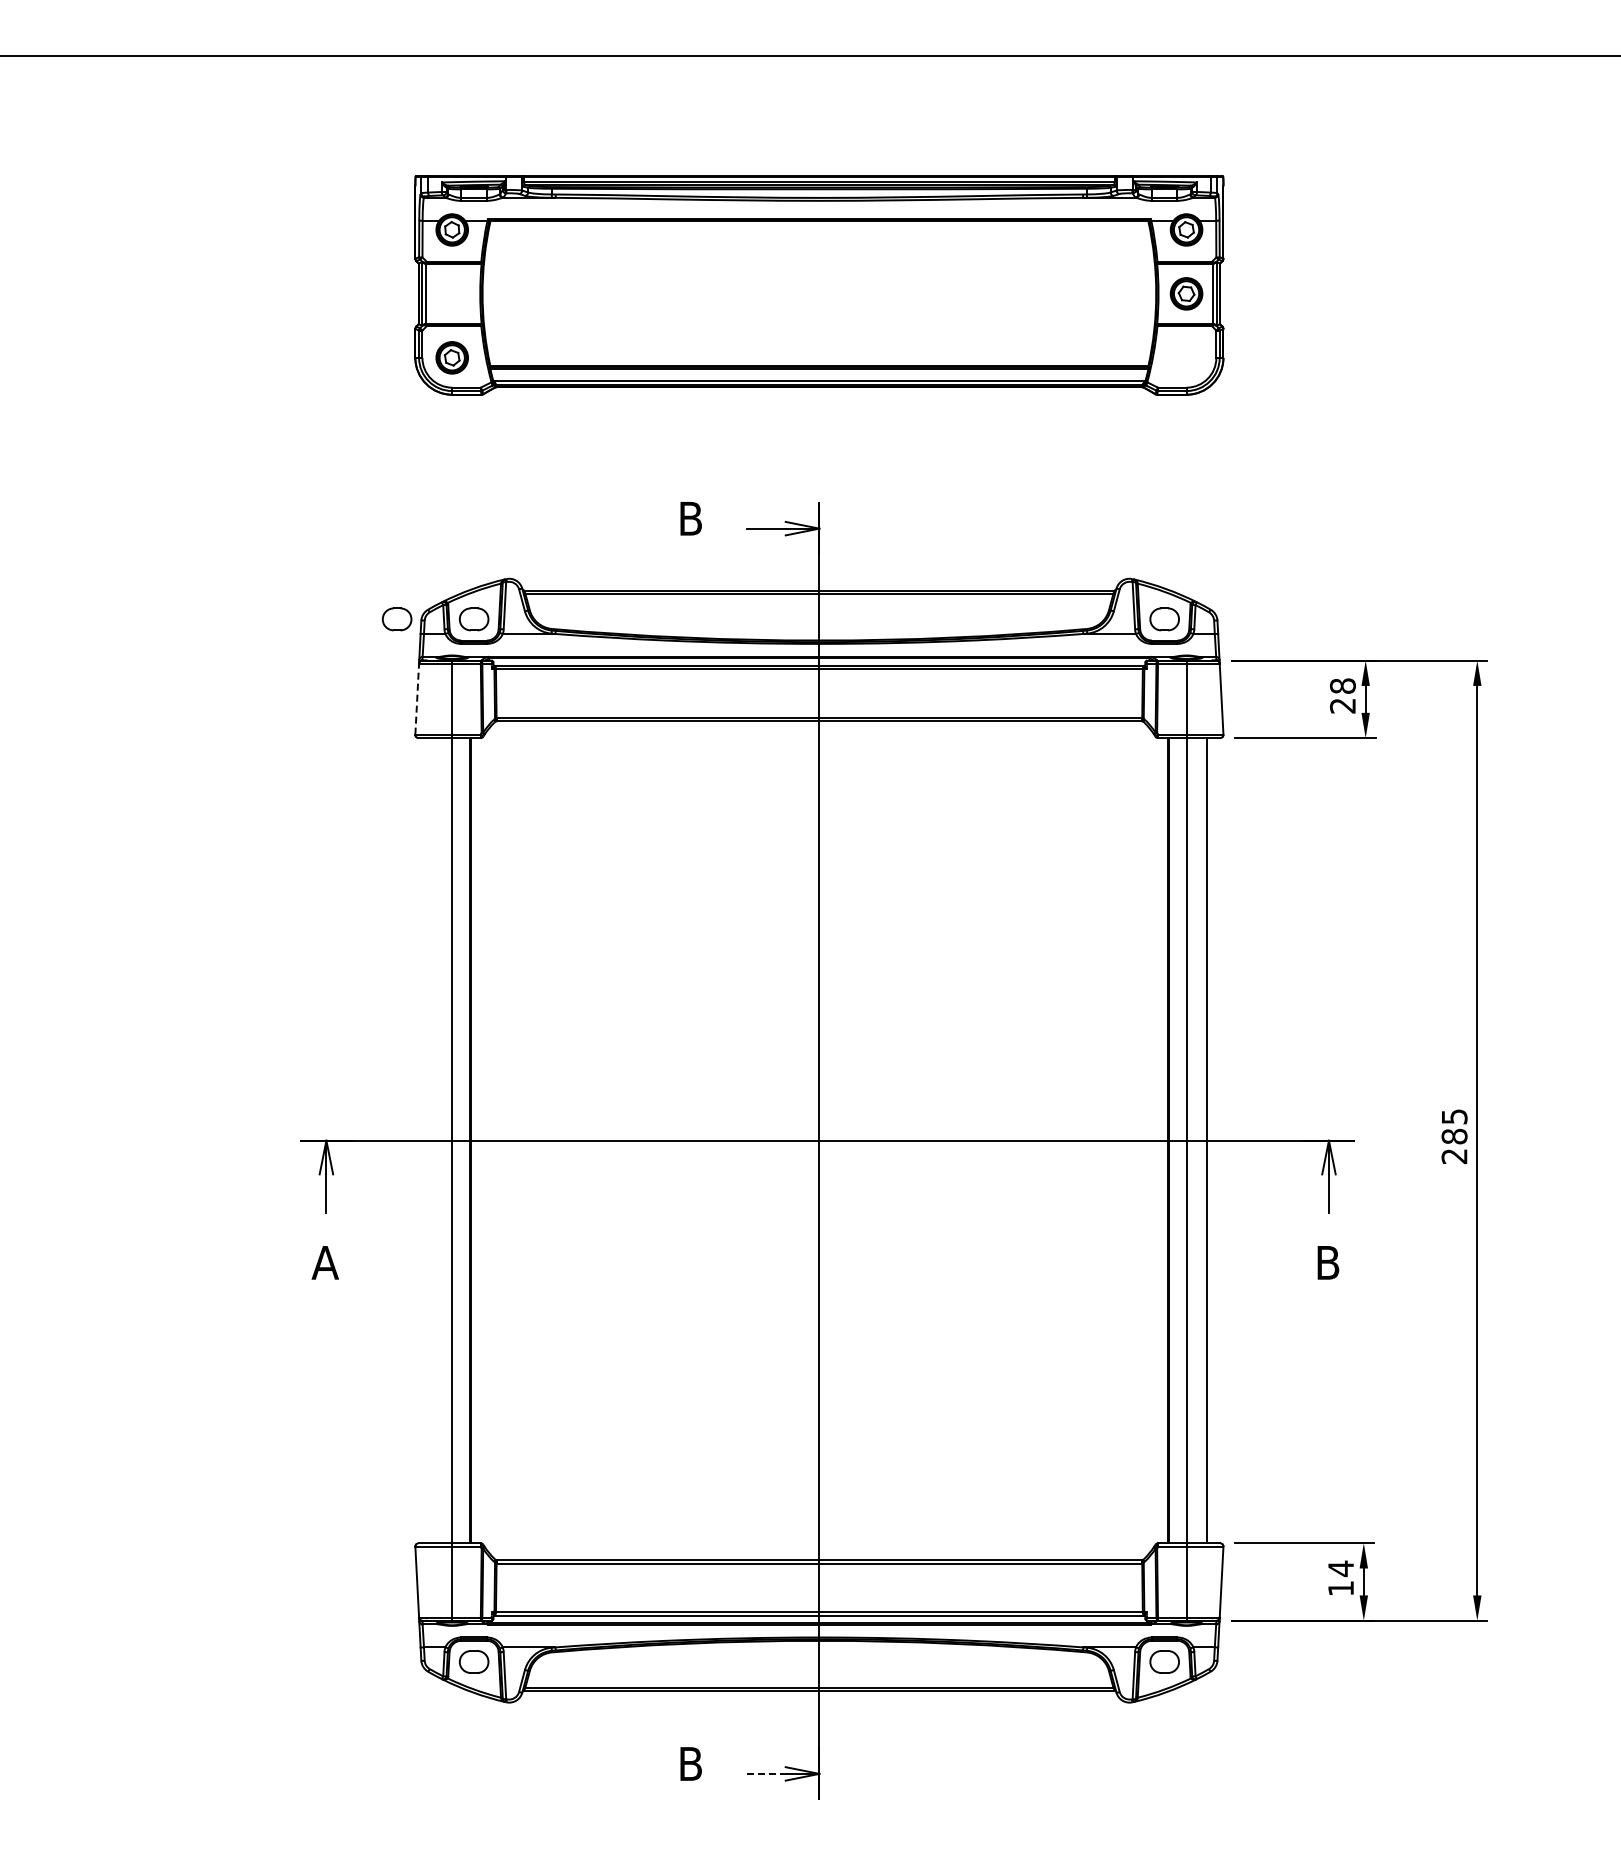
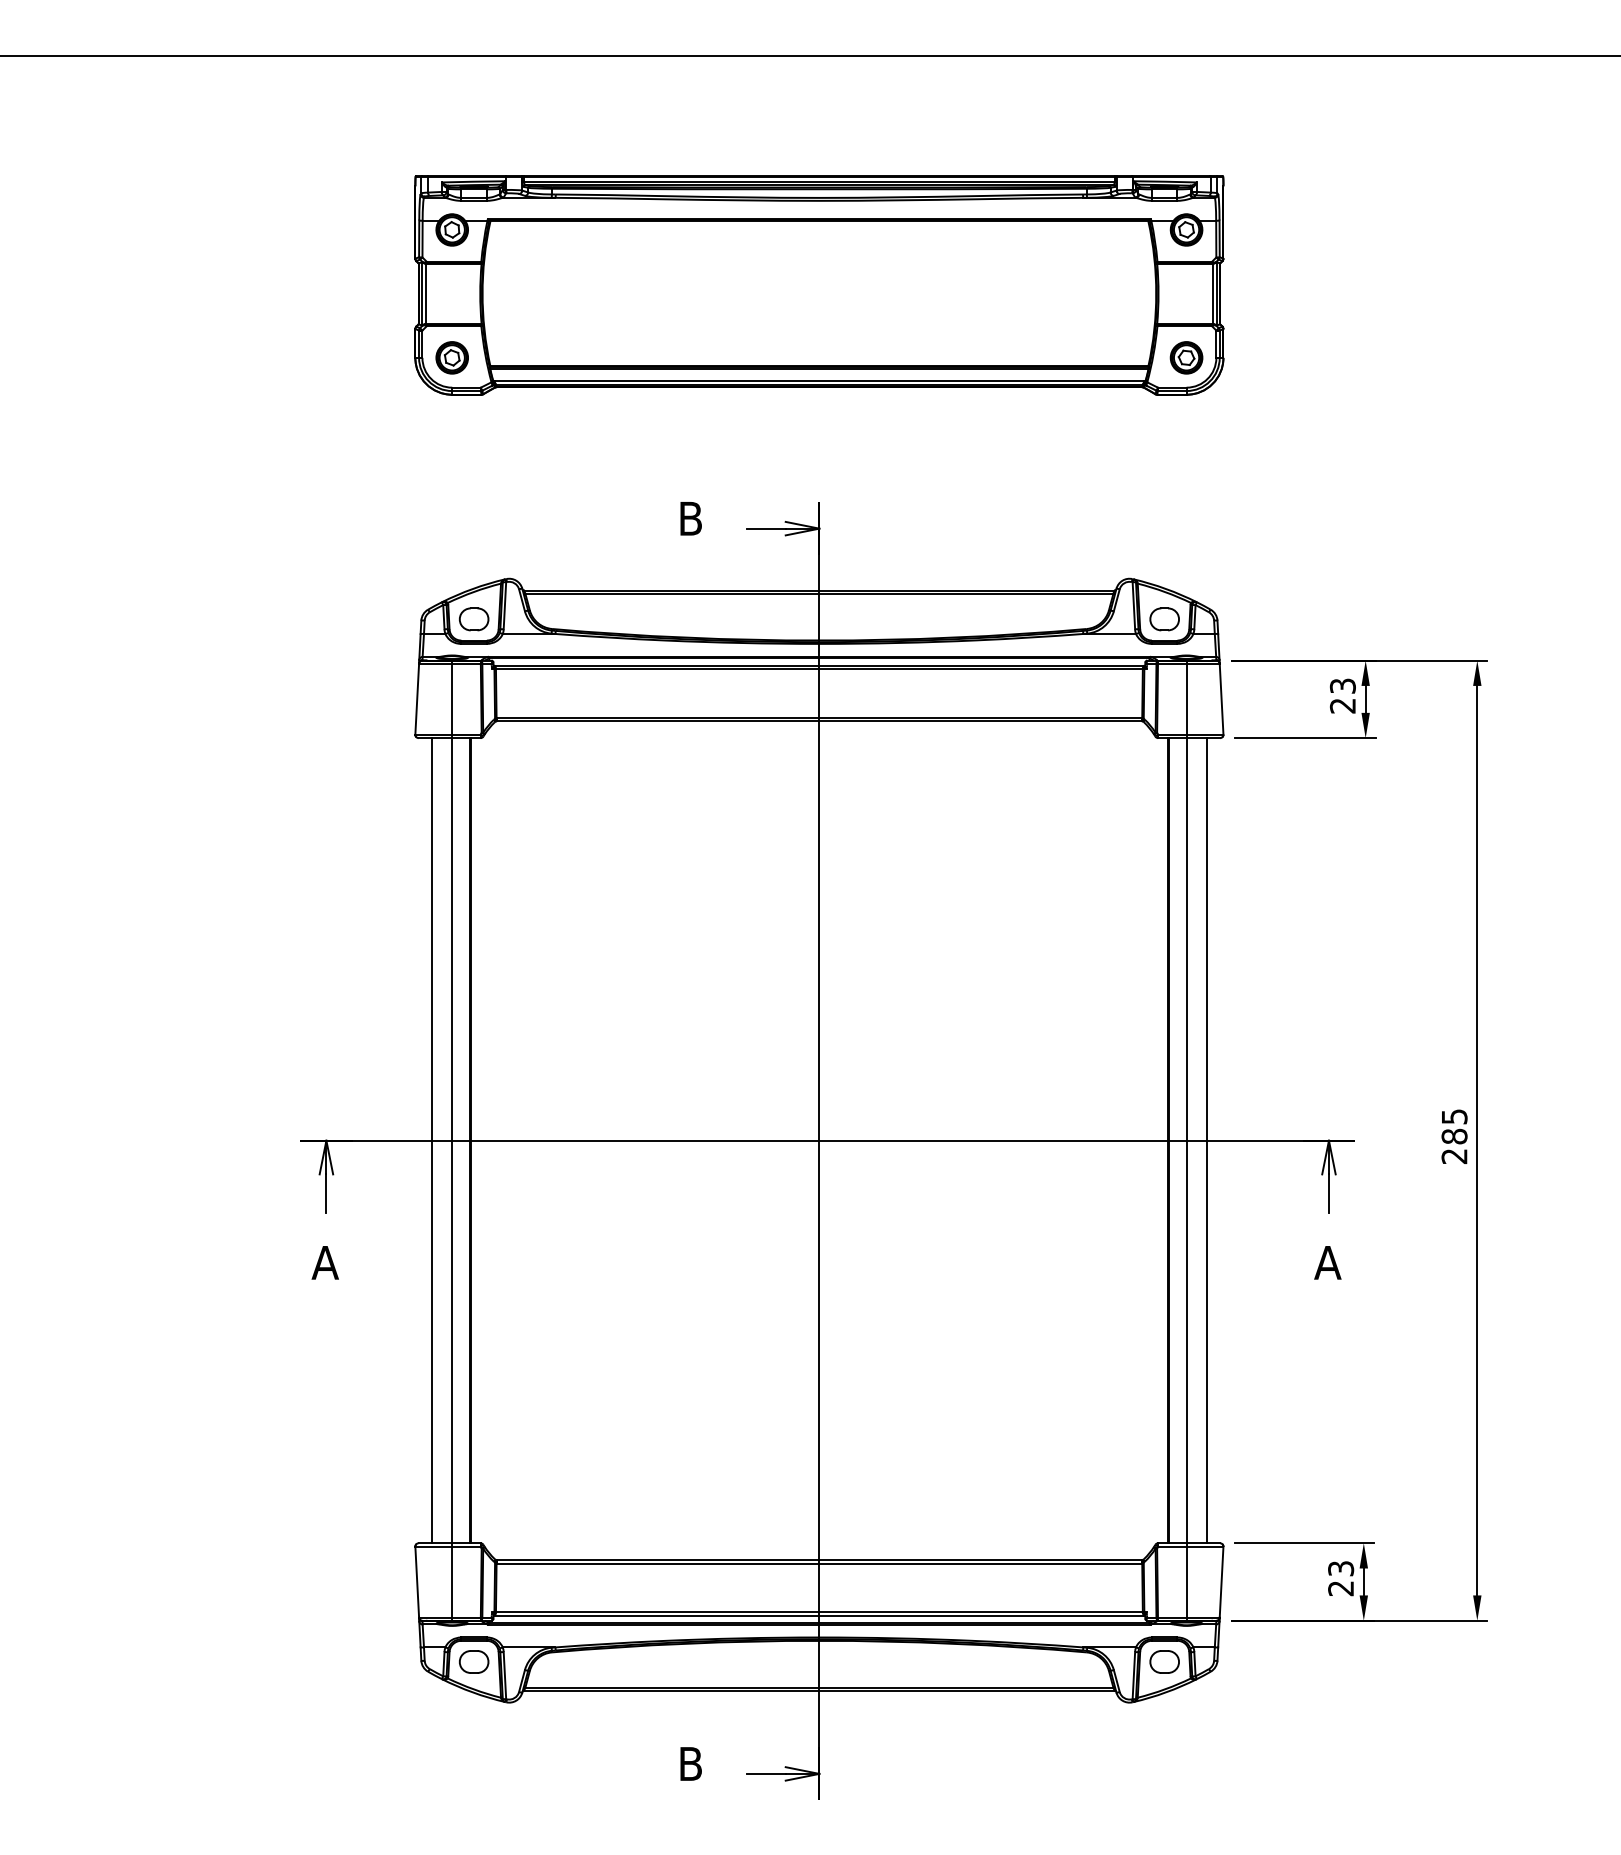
part at (1186, 293) position: (1186, 293) -> (1186, 357)
part at (397, 619): present -> none
text at (1342, 685): 28 -> 23
line at (417, 698): dashed -> solid
line at (432, 1140): none -> present
text at (1327, 1262): B -> A
text at (1341, 1578): 14 -> 23
line at (767, 1773): dashed -> solid
